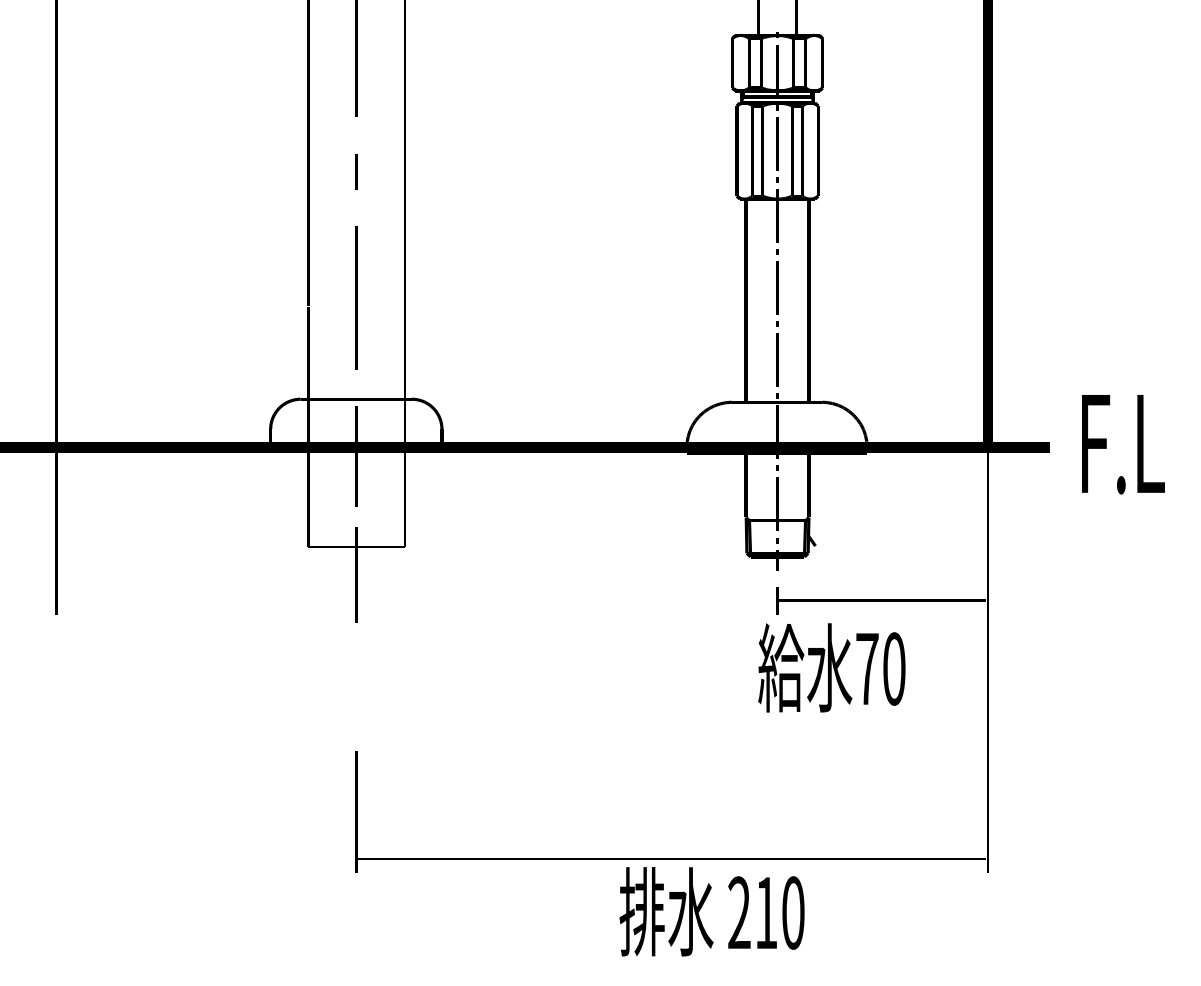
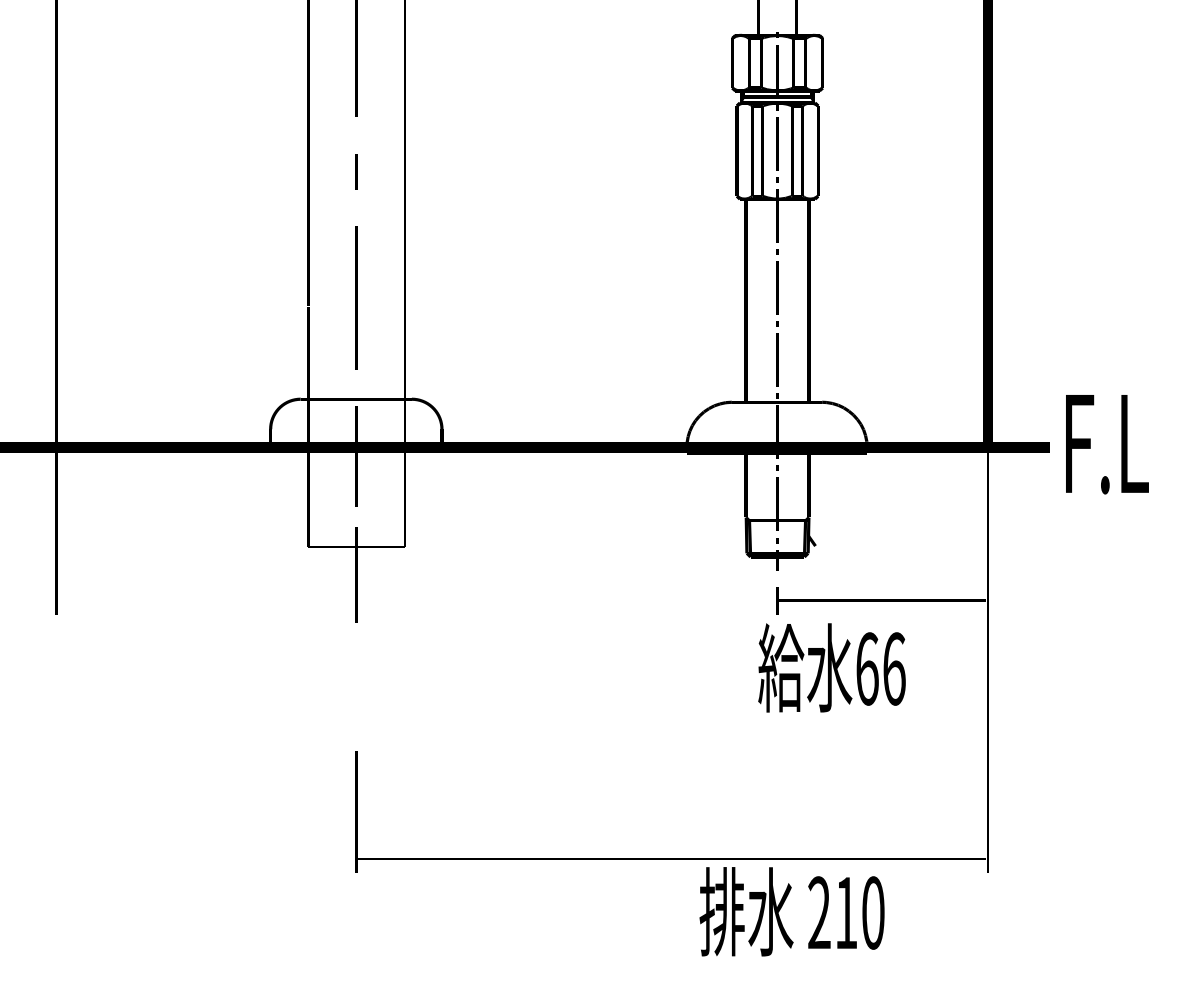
text at (1123, 444) position: (1123, 444) -> (1107, 444)
text at (880, 668): 70 -> 66
text at (711, 911) position: (711, 911) -> (791, 911)
